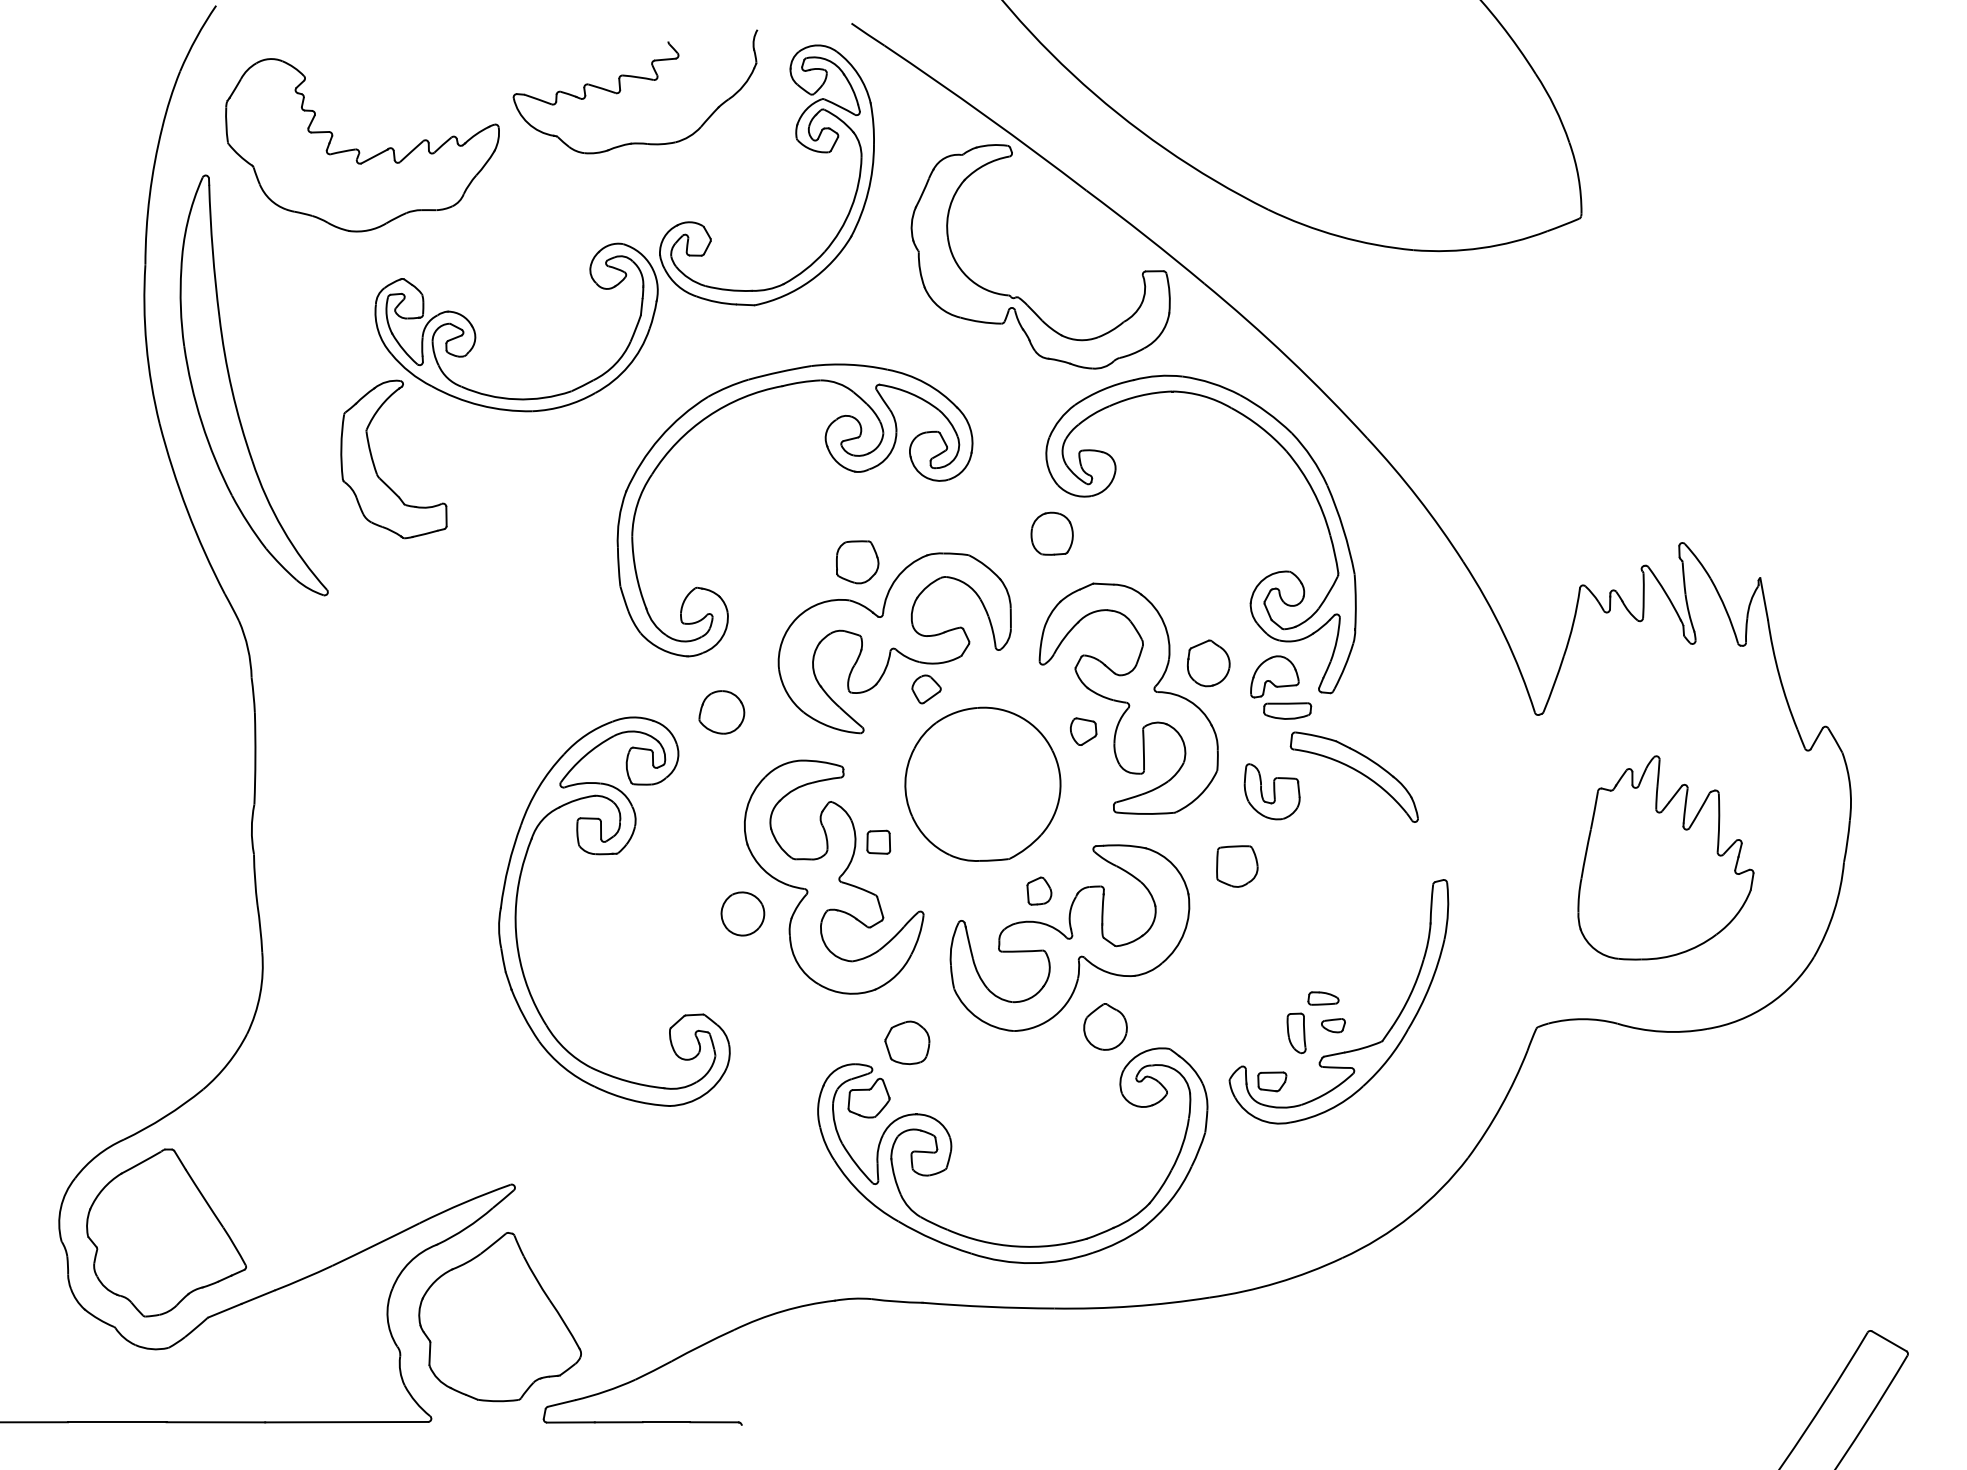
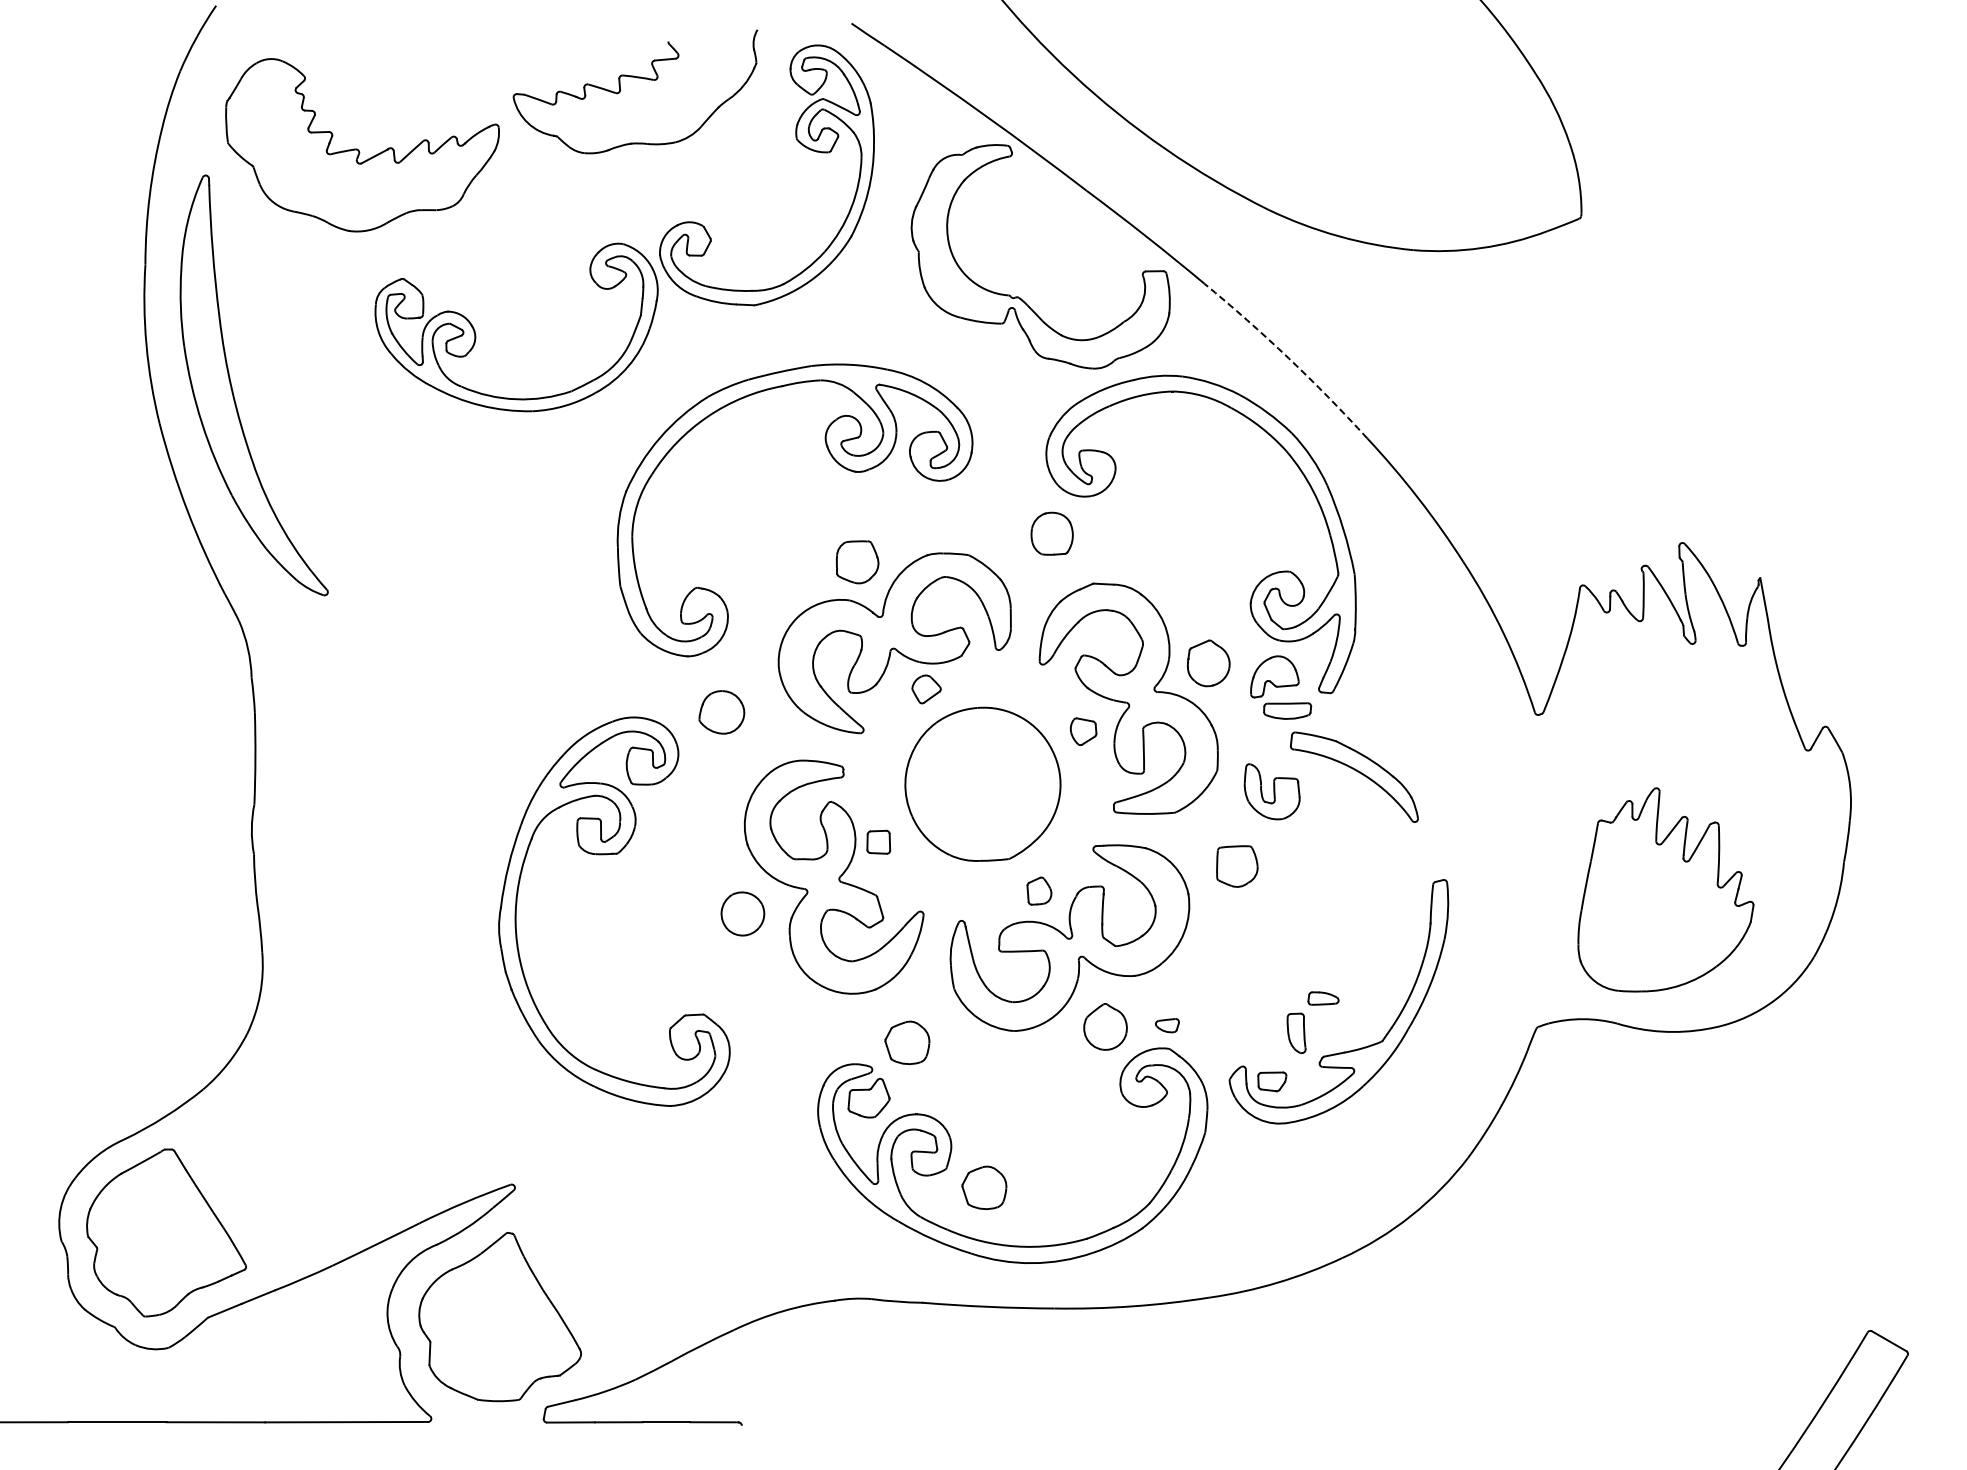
arc at (1288, 358): solid -> dashed
part at (374, 462): present -> none
part at (1665, 857) position: (1665, 857) -> (1665, 889)
part at (1333, 1025) position: (1333, 1025) -> (1167, 1025)
part at (984, 1187): none -> present
